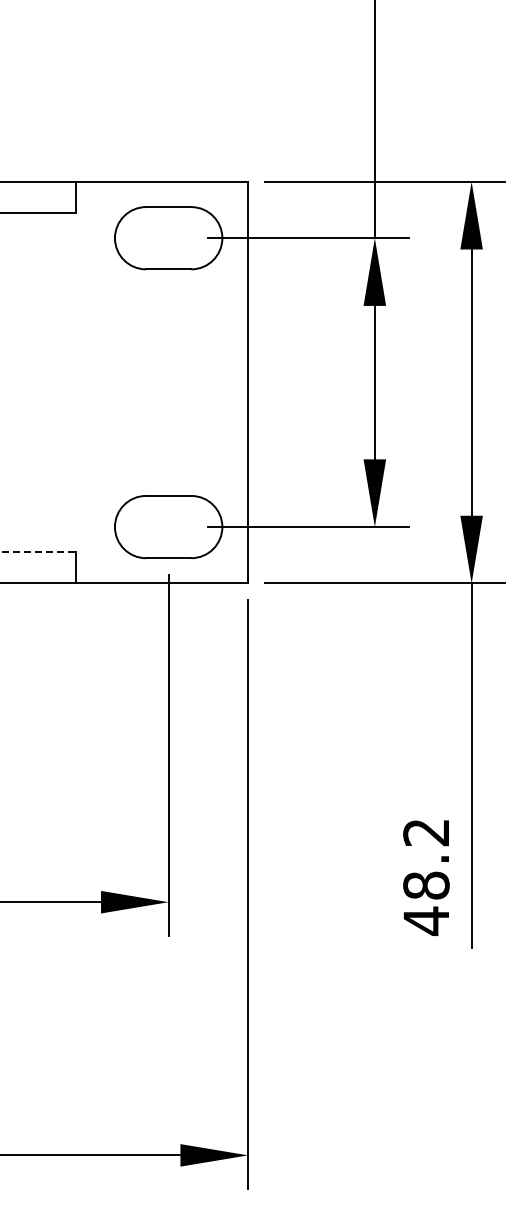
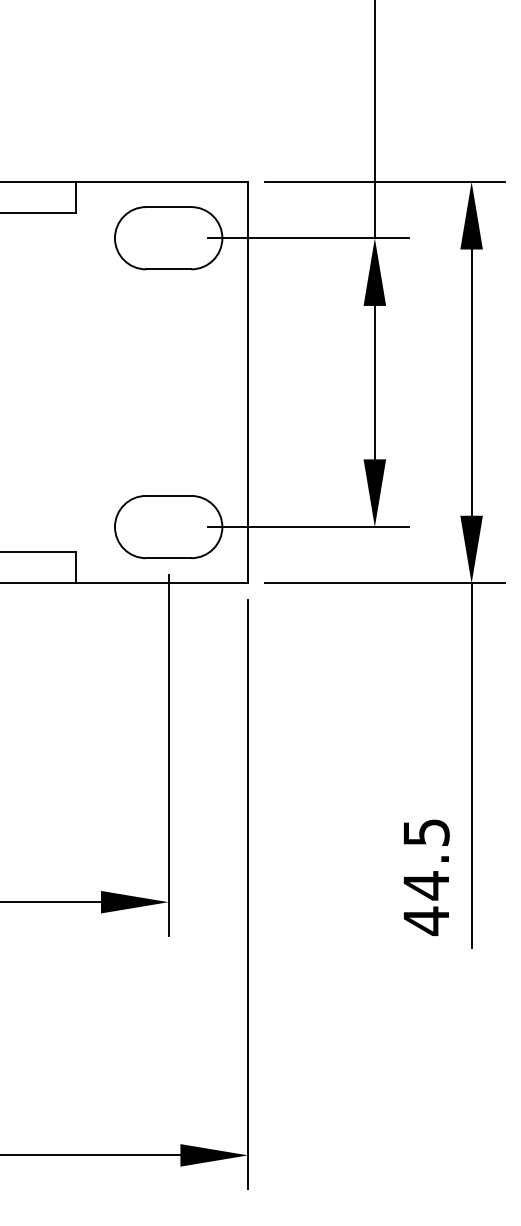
line at (38, 551): dashed -> solid
text at (426, 859): 48.2 -> 44.5
